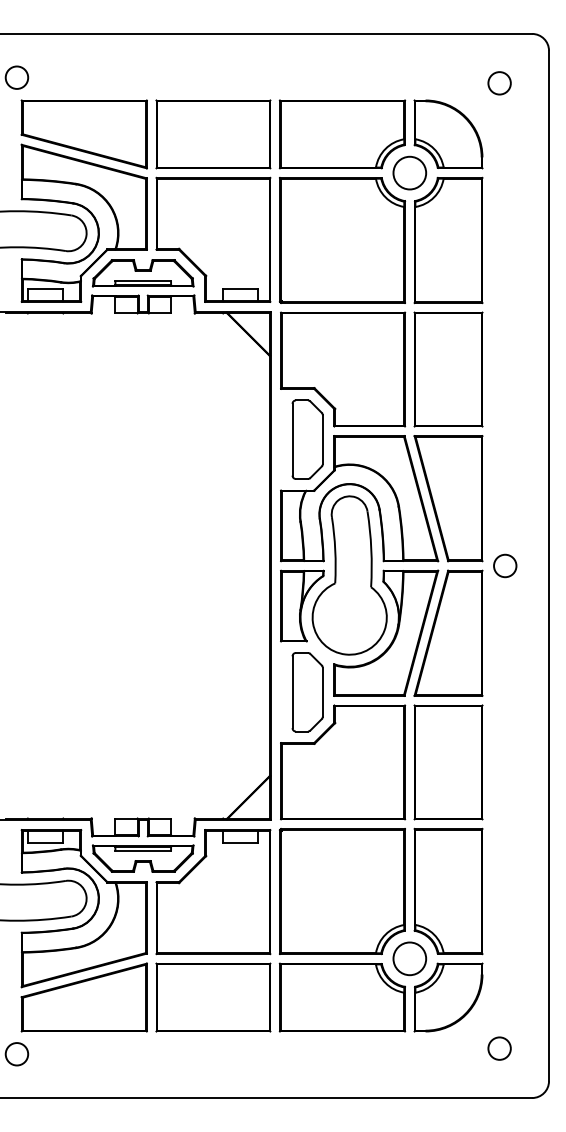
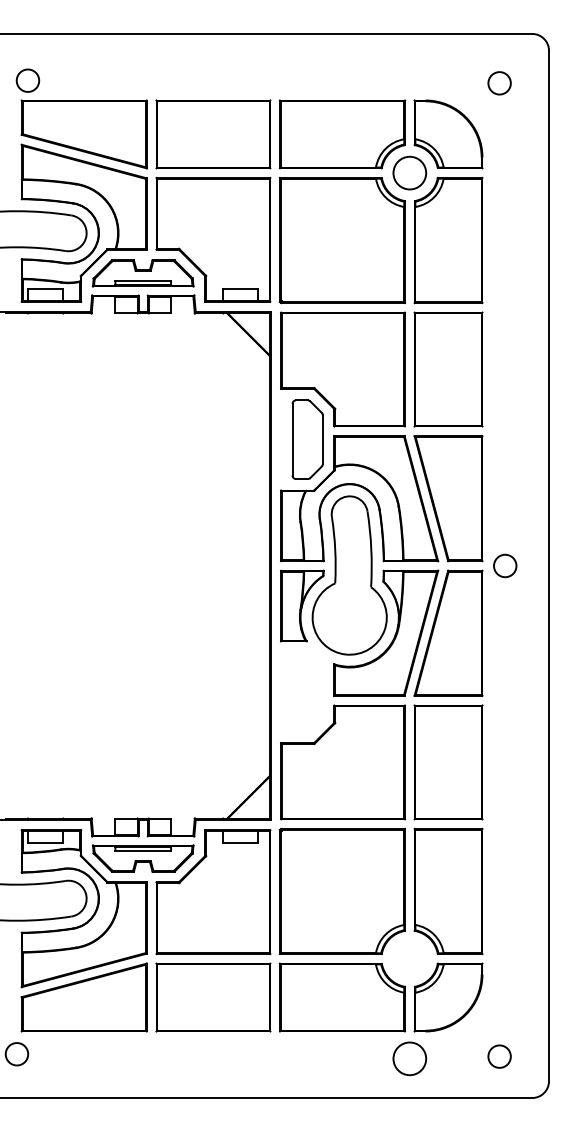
circle at (16, 77) position: (16, 77) -> (27, 80)
part at (307, 692): present -> none
circle at (409, 958) position: (409, 958) -> (409, 1058)
circle at (499, 1048) position: (499, 1048) -> (499, 1056)
